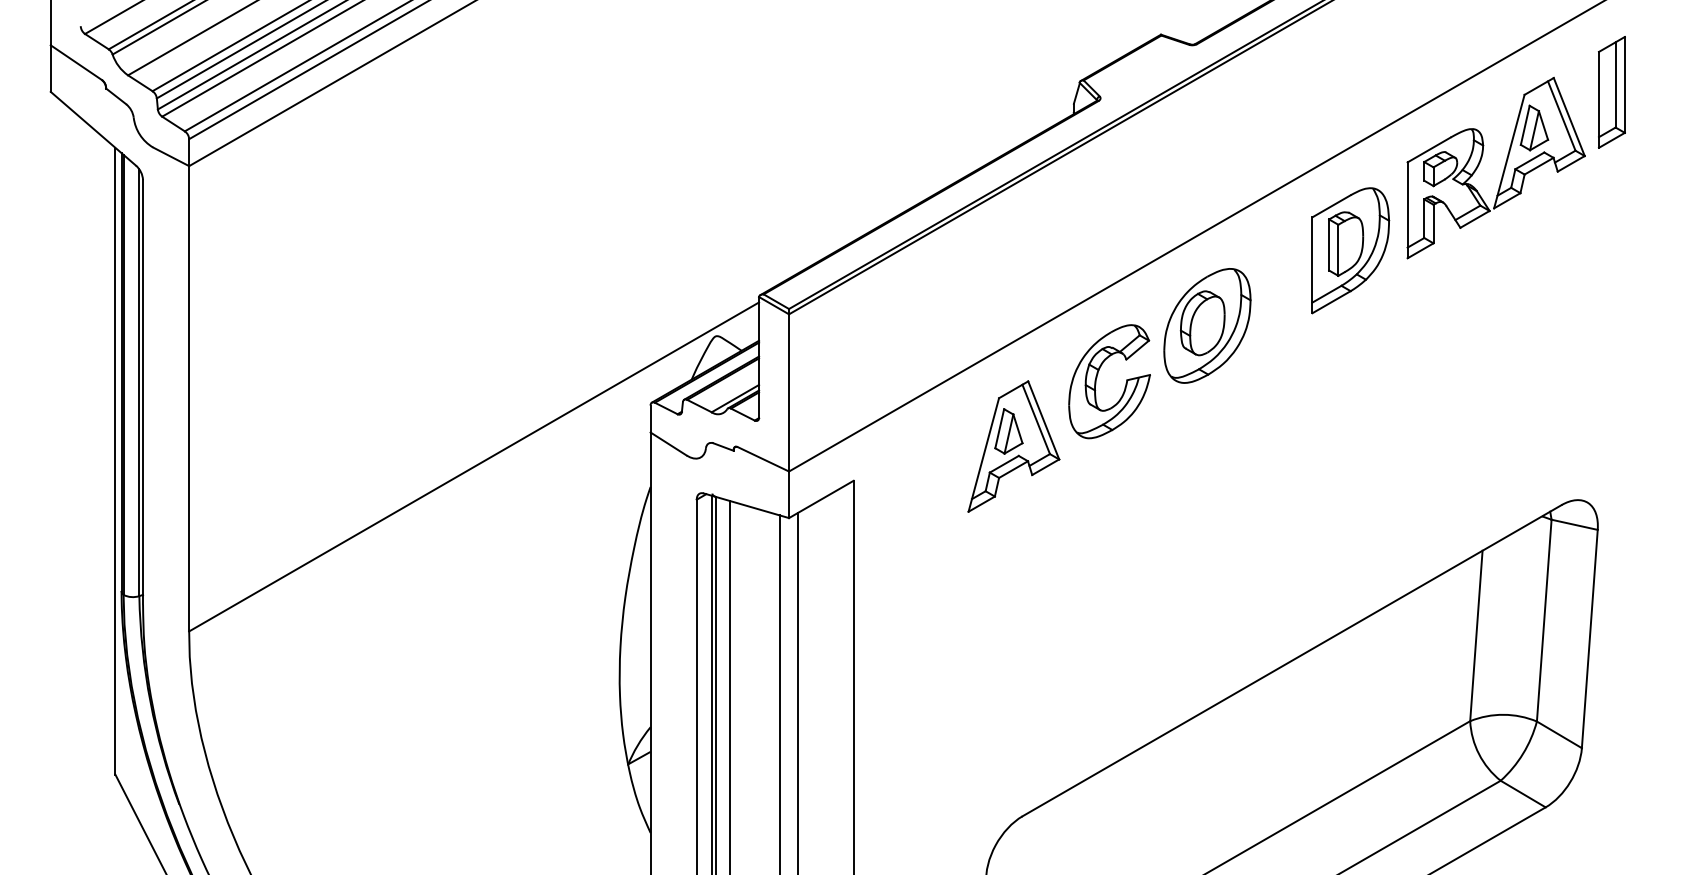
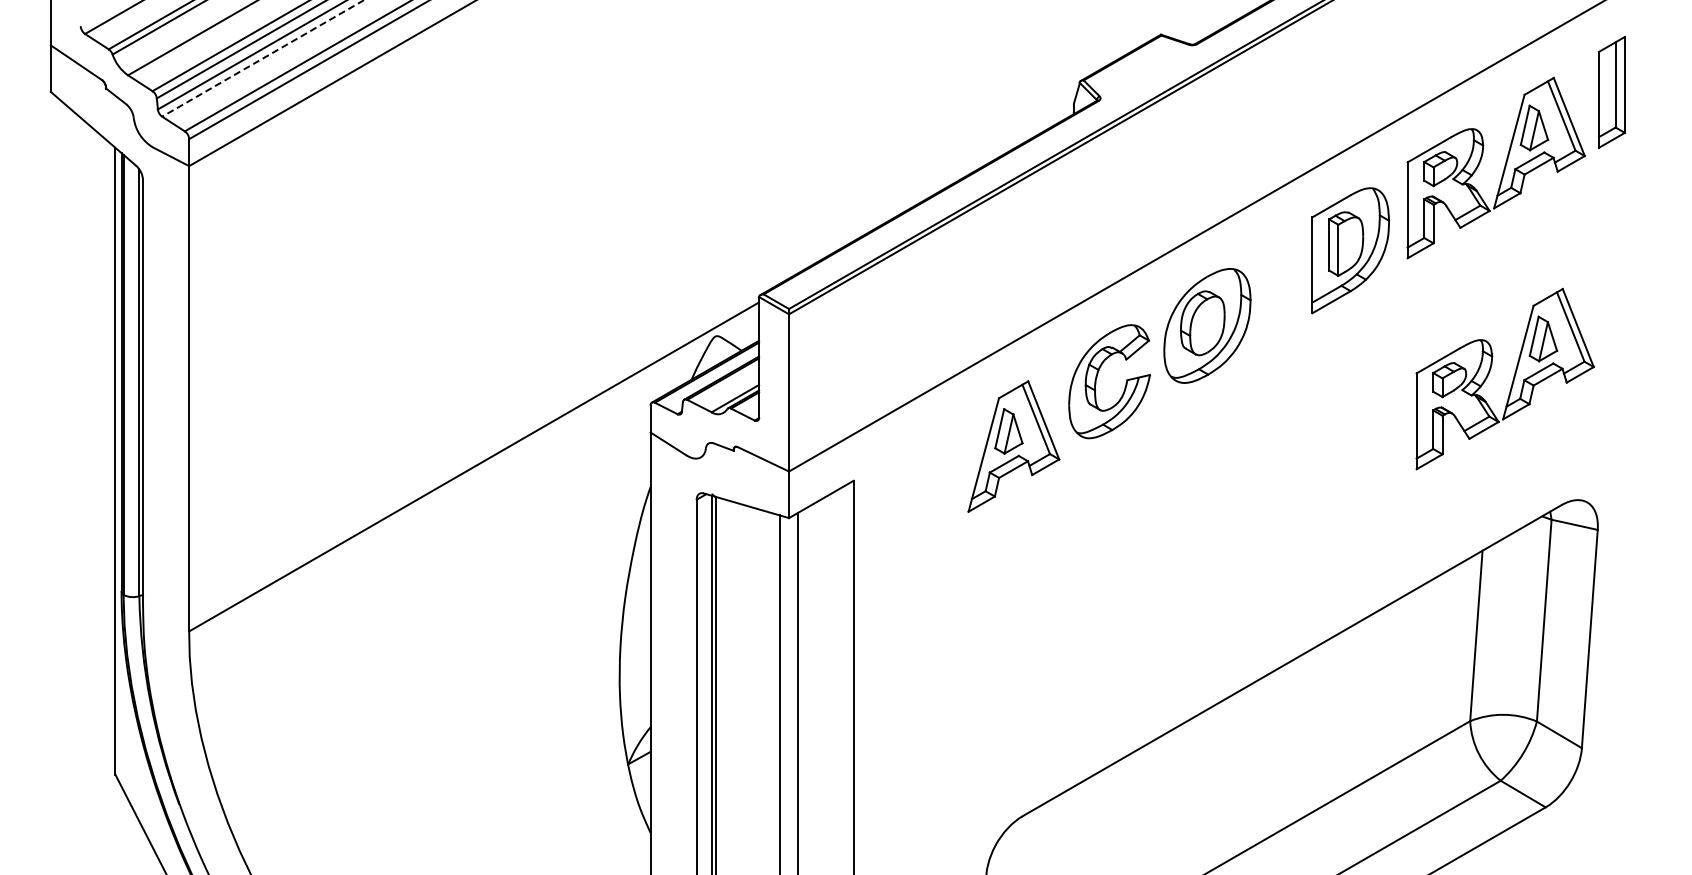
line at (262, 58): solid -> dashed
part at (1512, 379): none -> present
line at (729, 685): present -> none
